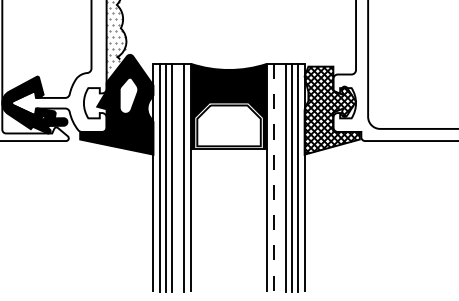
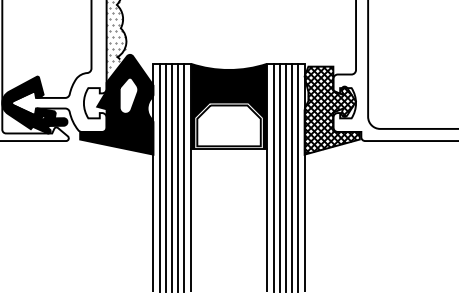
line at (178, 177): none -> present
line at (279, 177): none -> present
line at (273, 178): dashed -> solid
